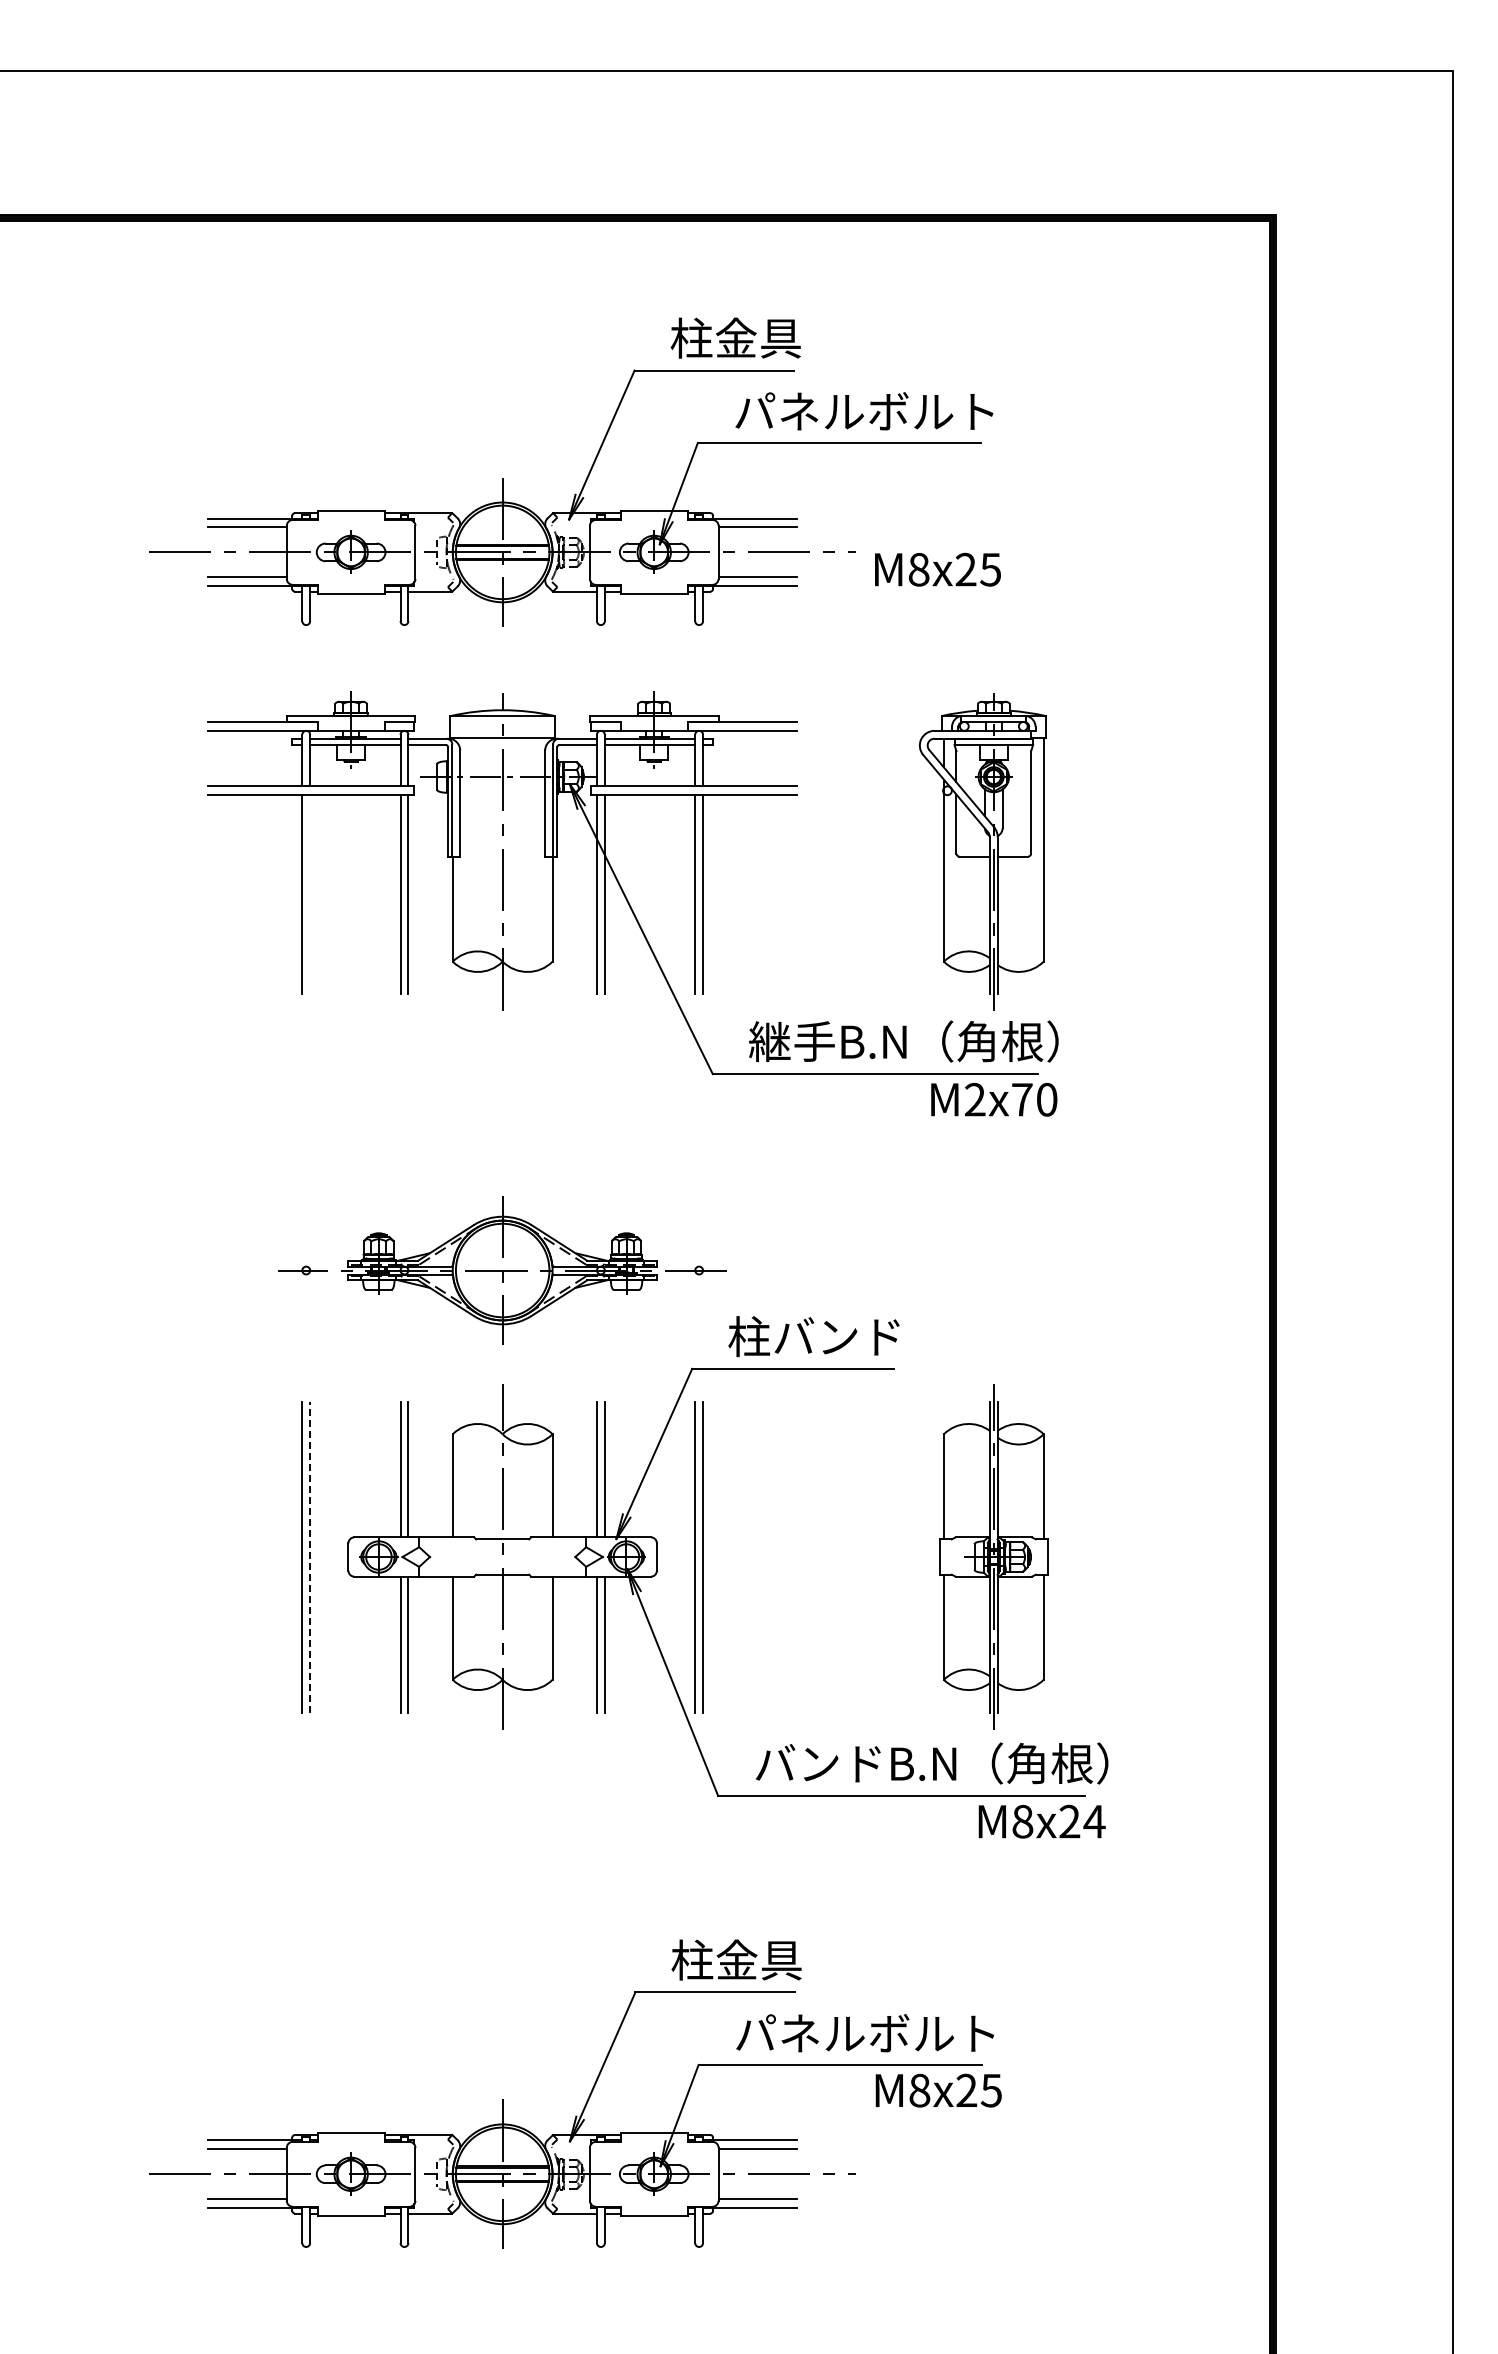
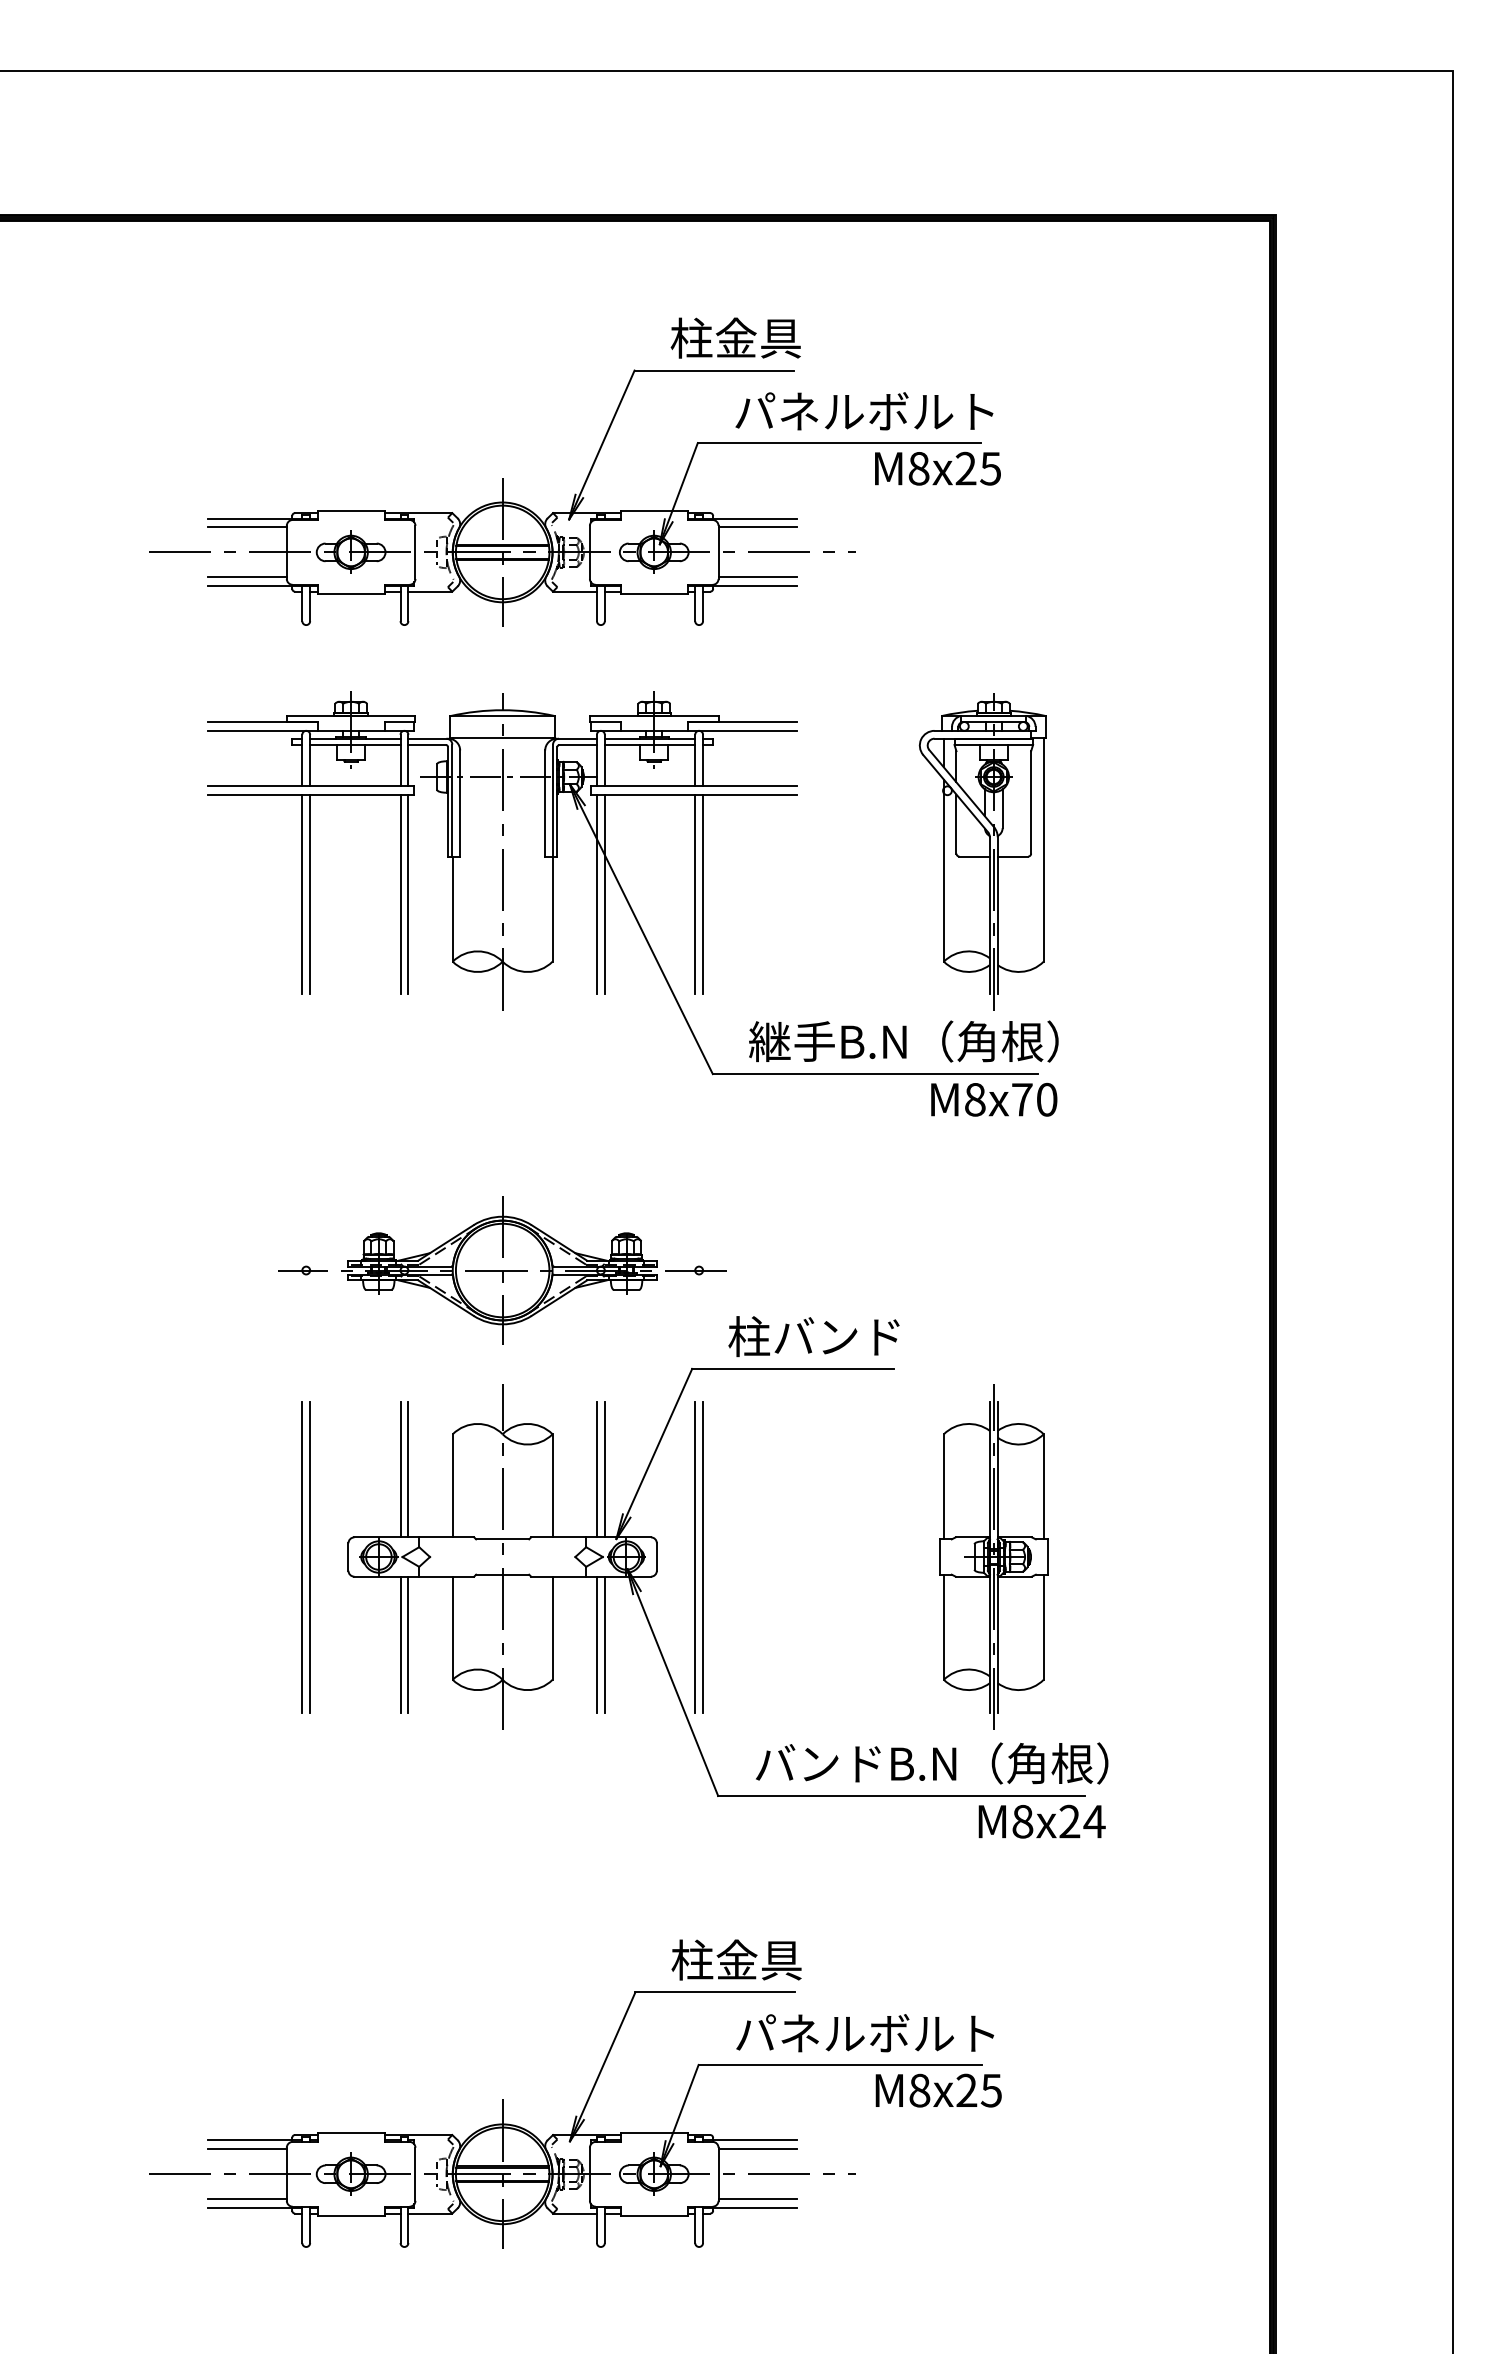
text at (937, 569) position: (937, 569) -> (937, 468)
line at (310, 894): none -> present
text at (975, 1099): M2x70 -> M8x70
line at (310, 1557): dashed -> solid
